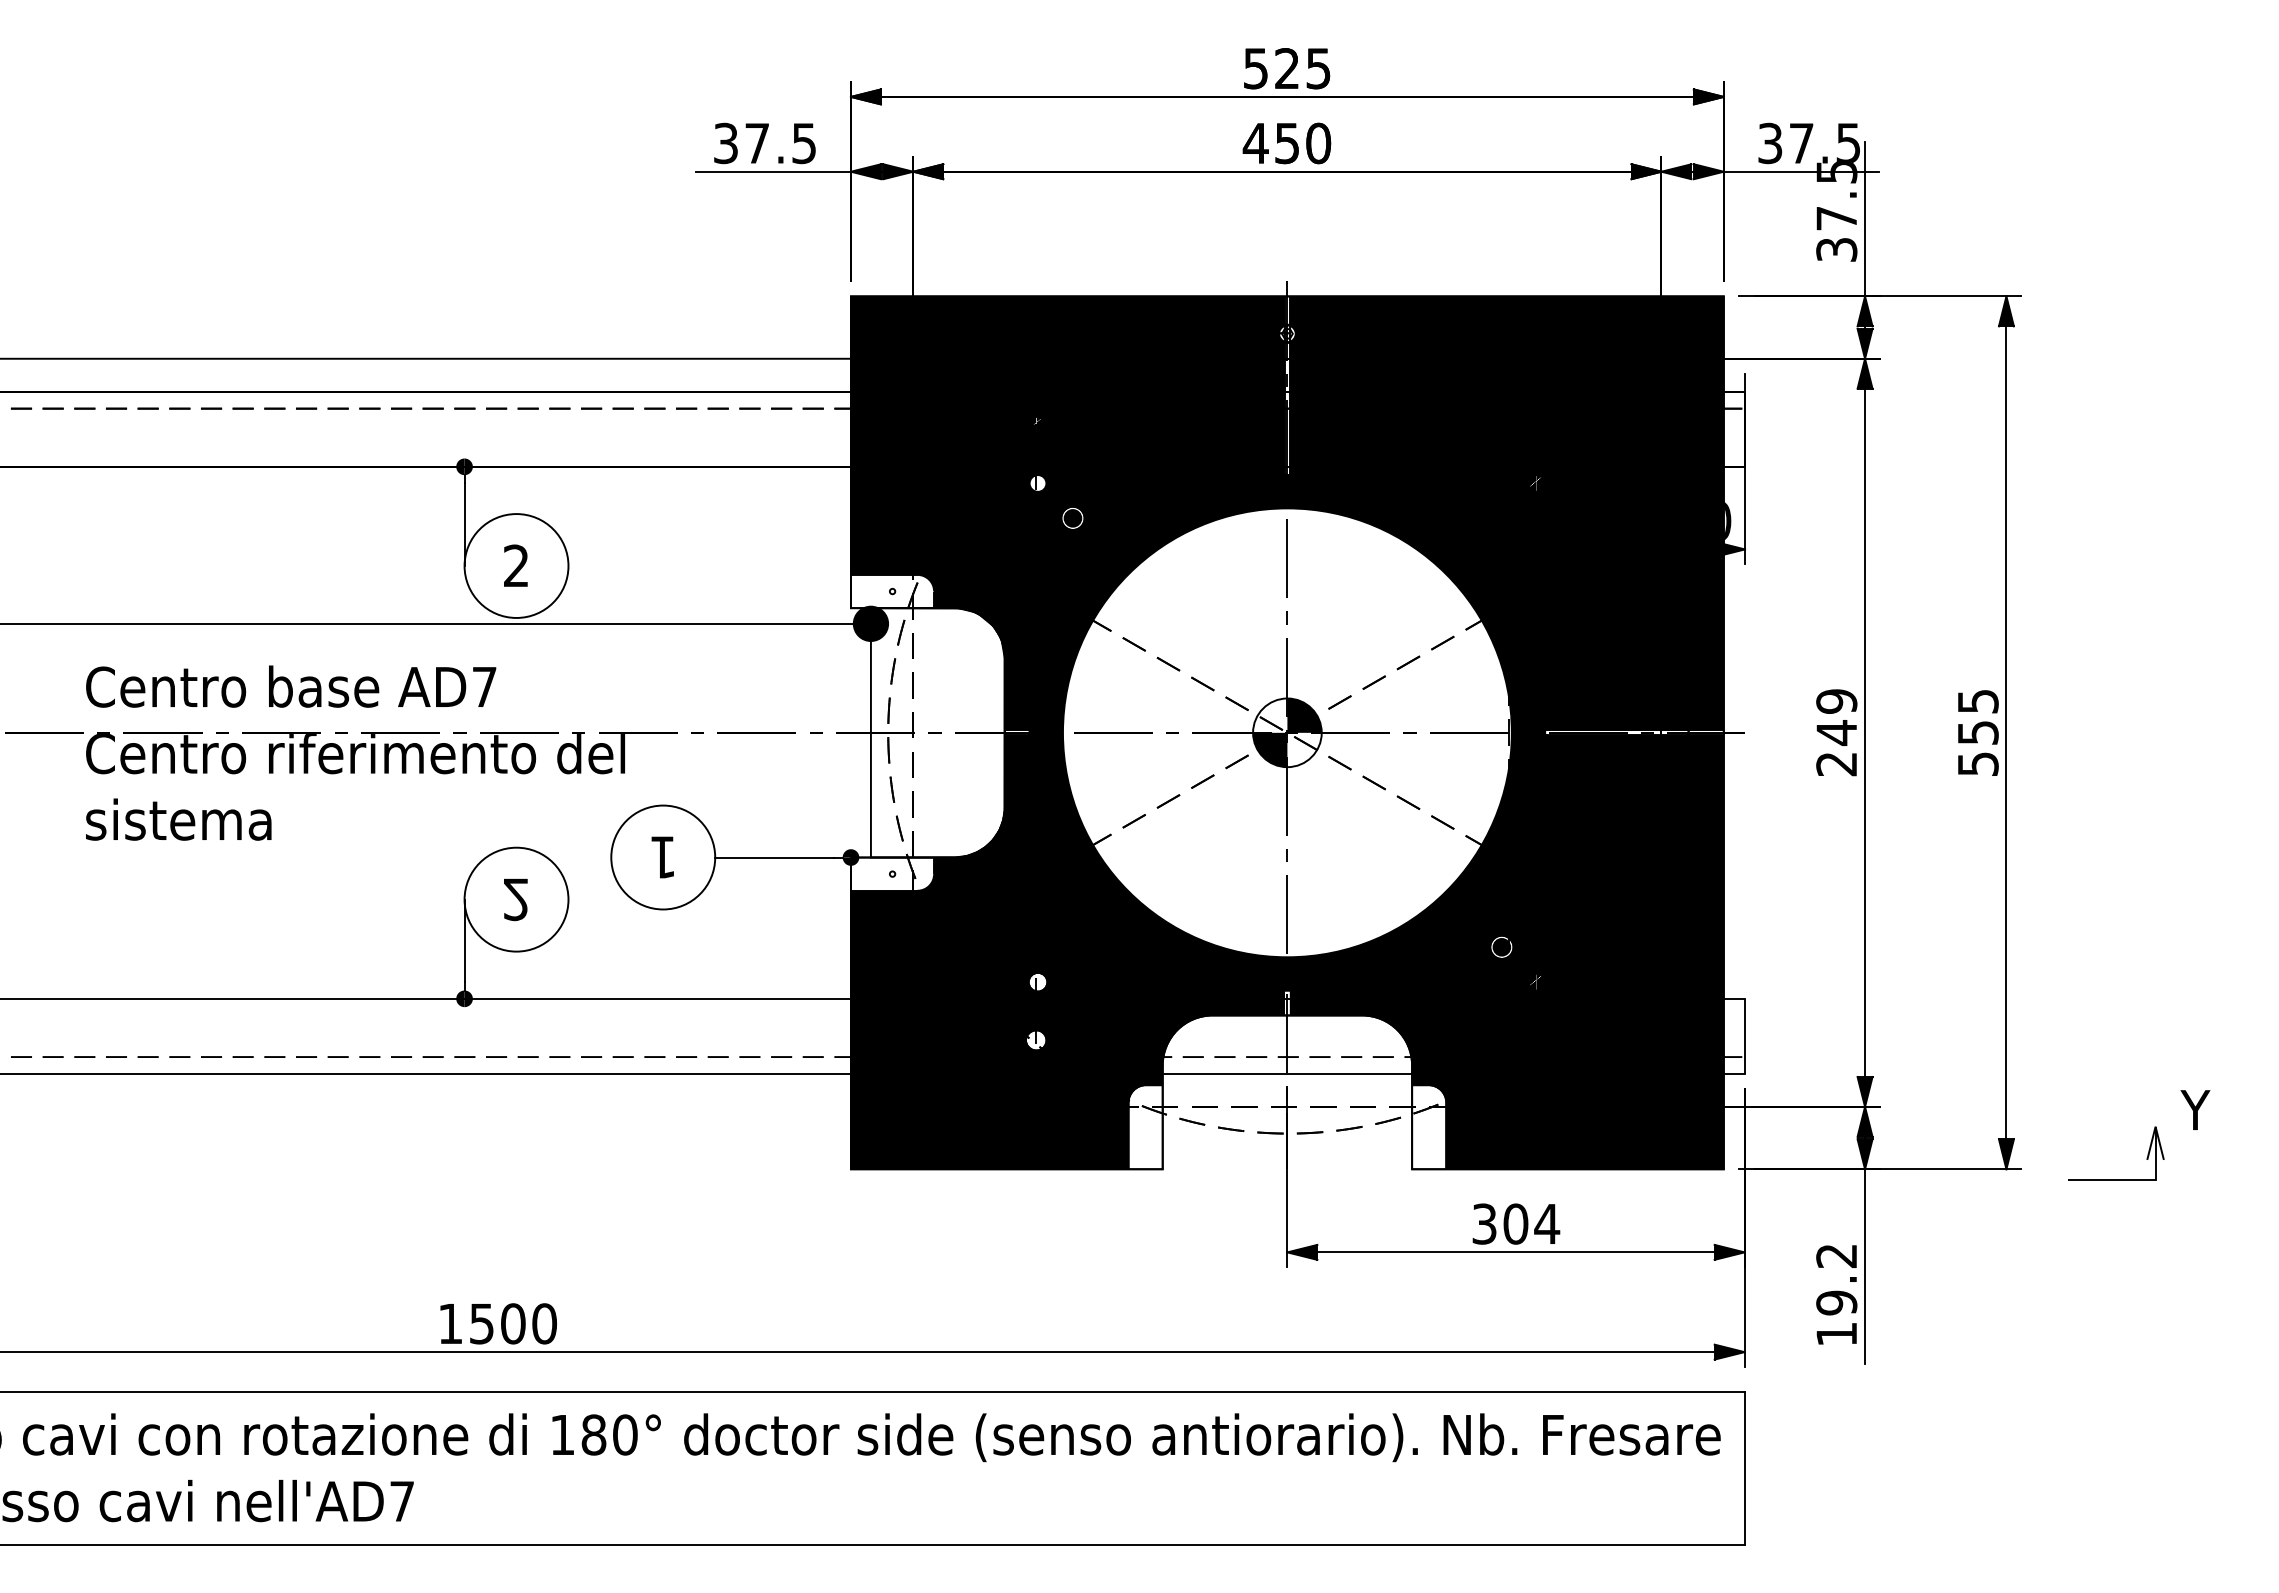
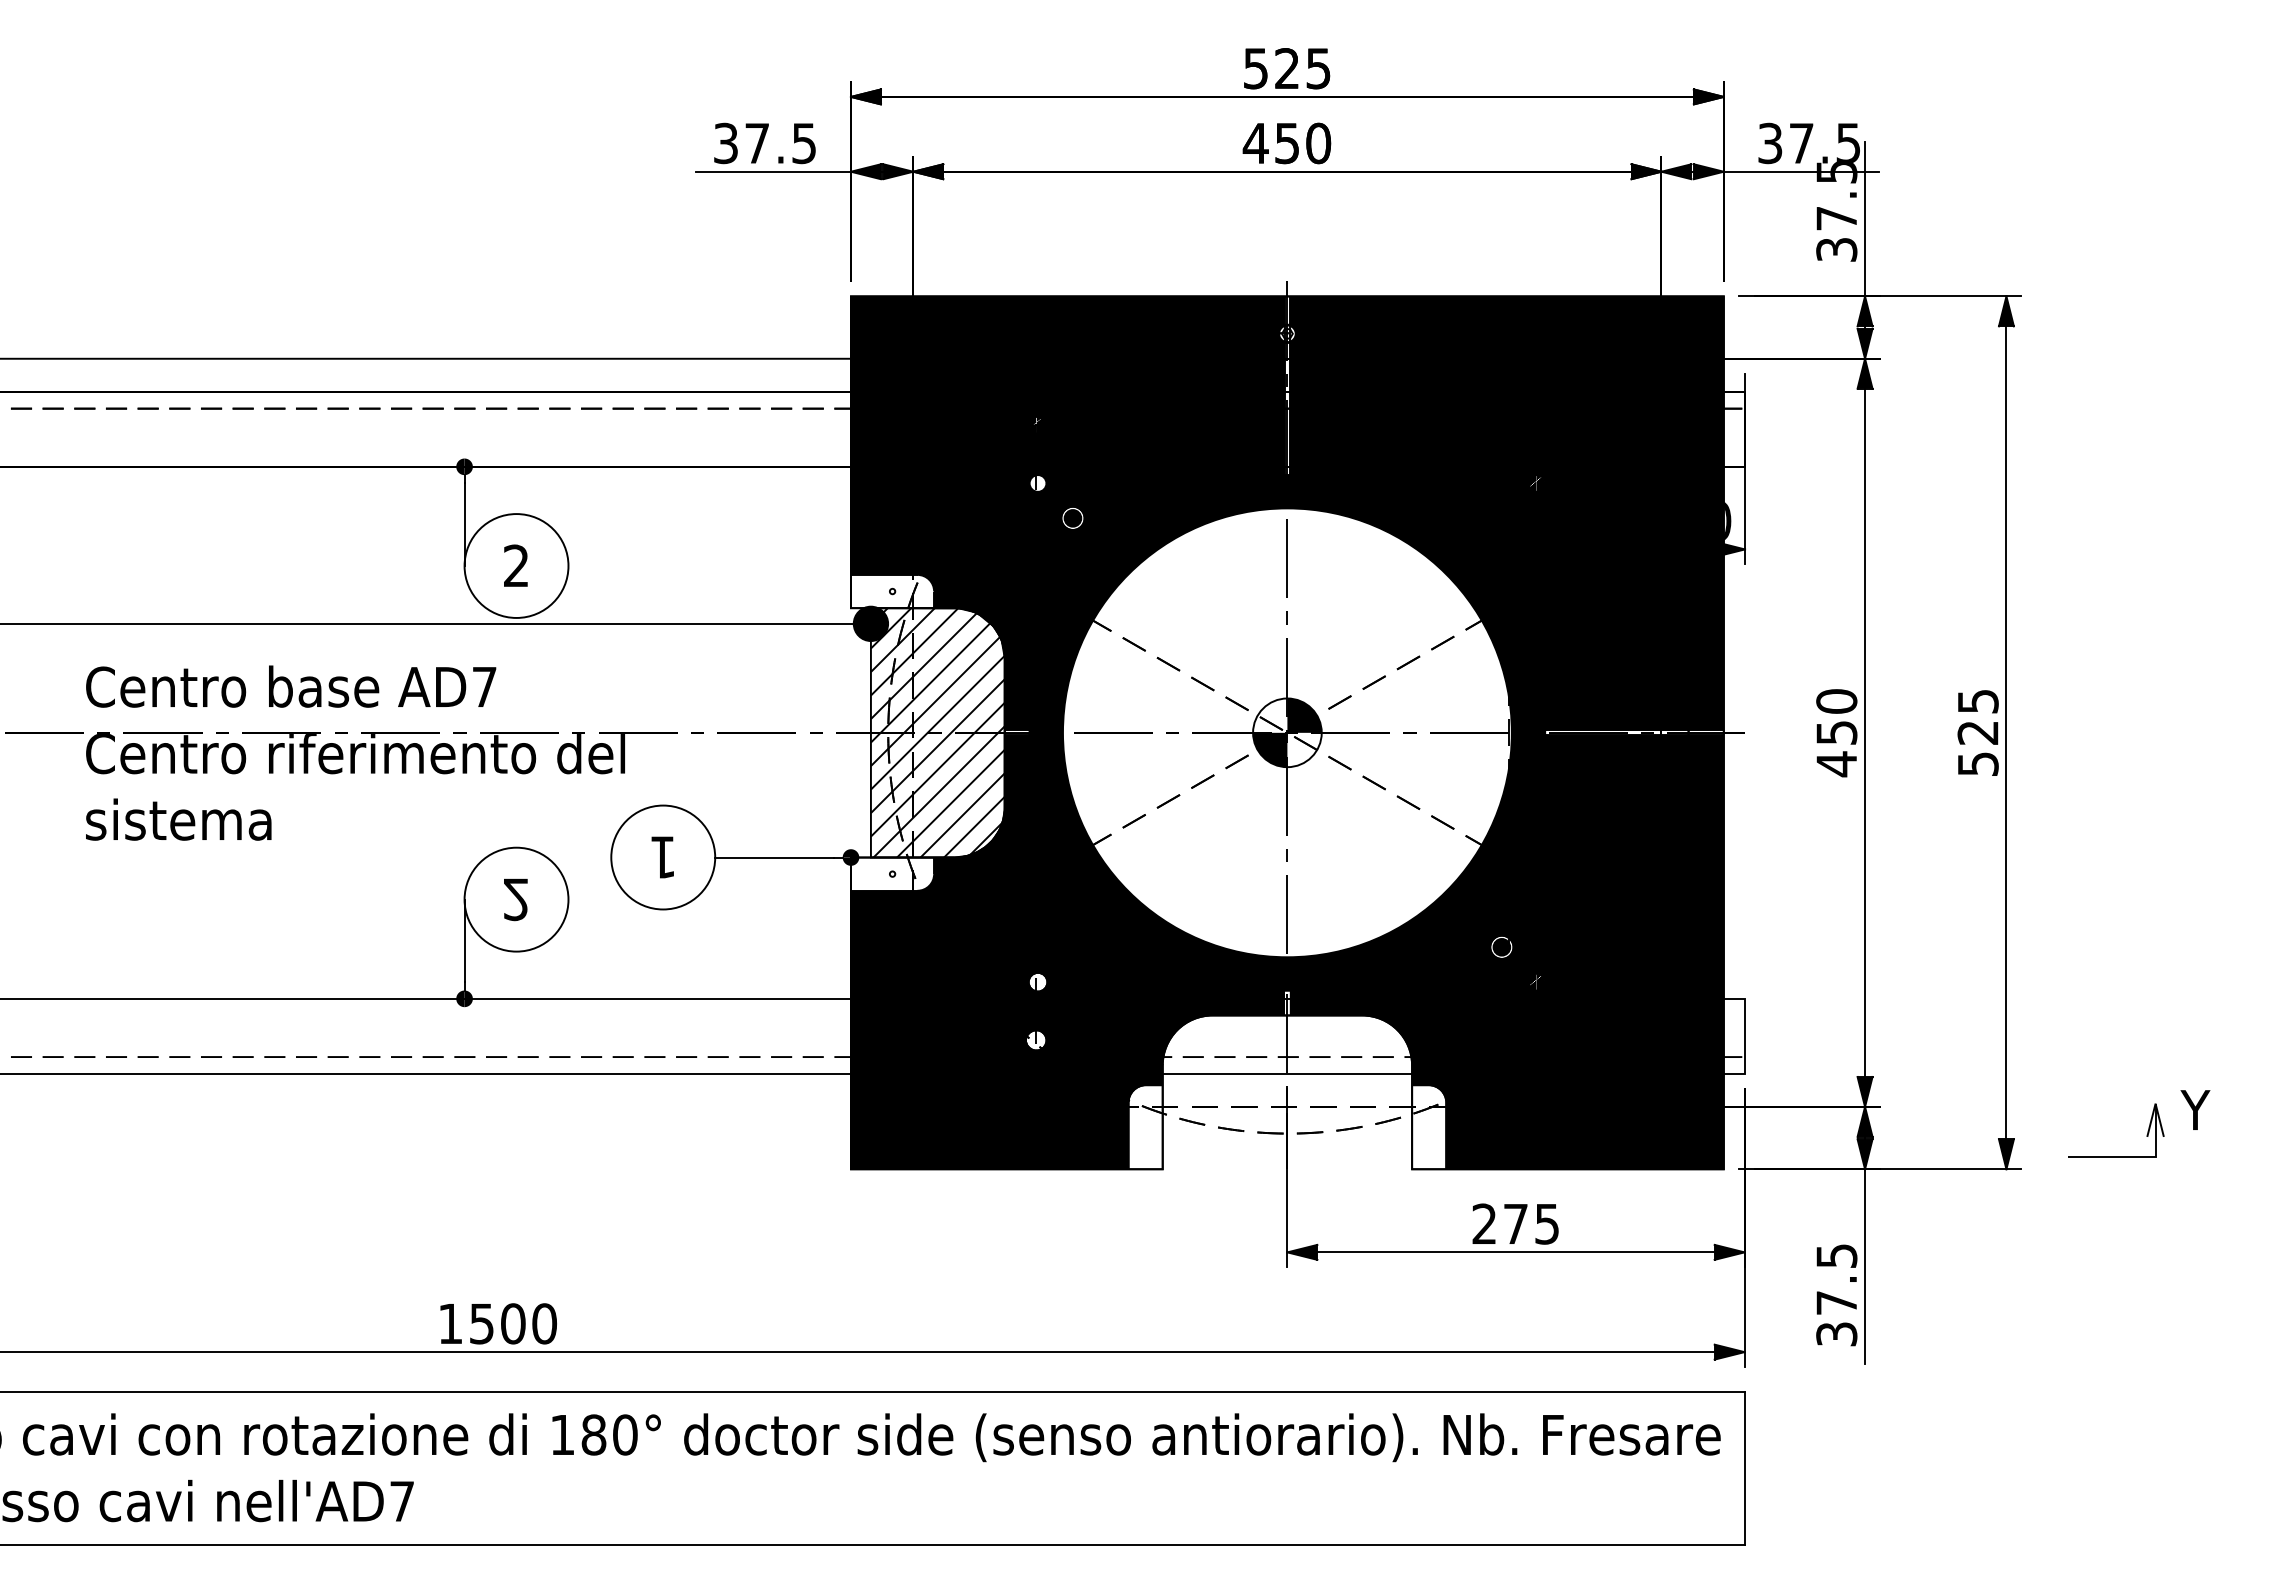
hatch at (937, 732): none -> present
text at (1977, 732): 555 -> 525
text at (1836, 733): 249 -> 450
part at (2116, 1179) position: (2116, 1179) -> (2116, 1156)
text at (1516, 1223): 304 -> 275
text at (1836, 1295): 19.2 -> 37.5
